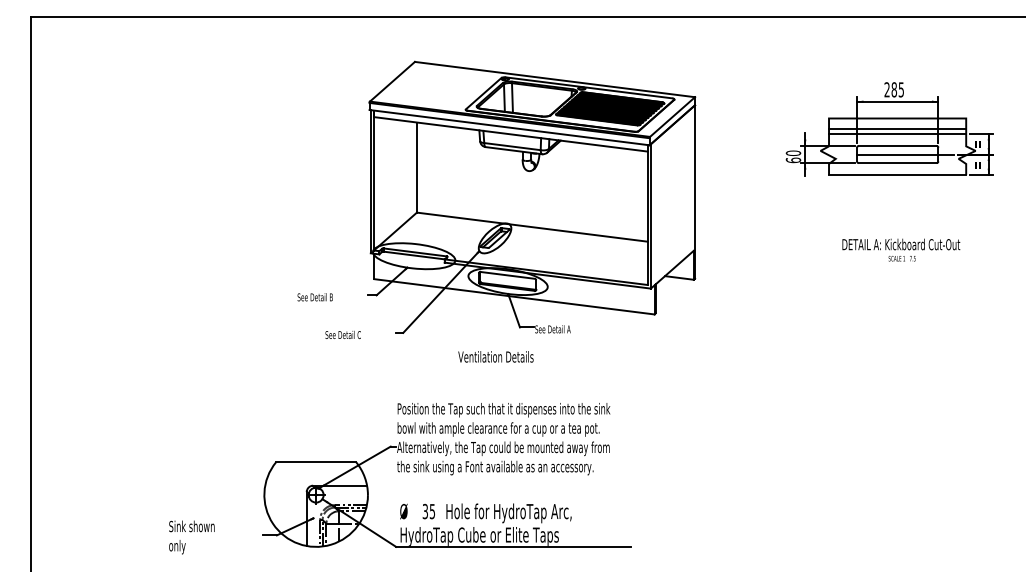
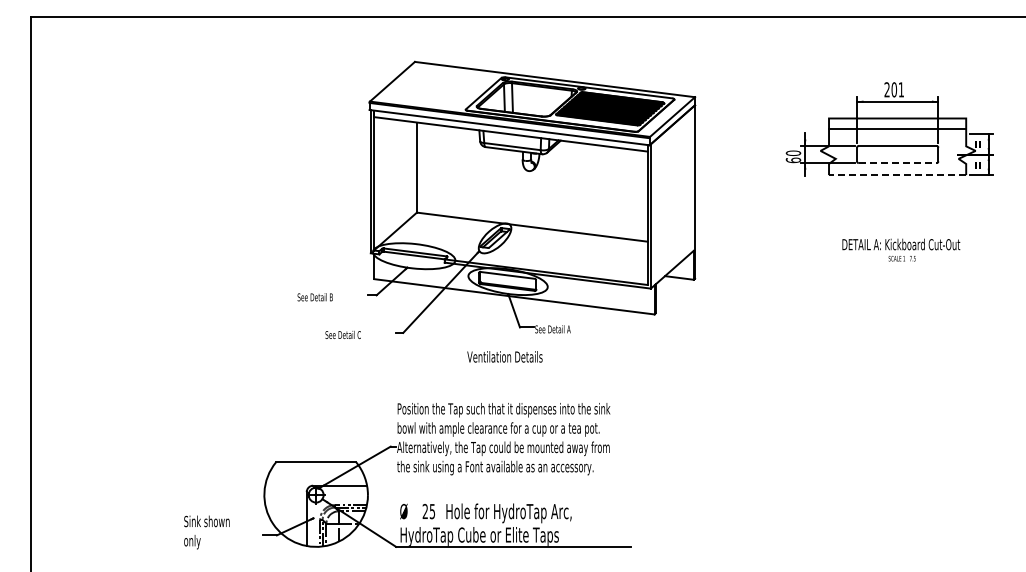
text at (897, 89): 285 -> 201
line at (897, 134): present -> none
line at (905, 154): present -> none
line at (897, 163): solid -> dashed
line at (897, 175): solid -> dashed
text at (495, 356) position: (495, 356) -> (504, 356)
text at (424, 511): 35 -> 25
text at (191, 537) position: (191, 537) -> (206, 532)
